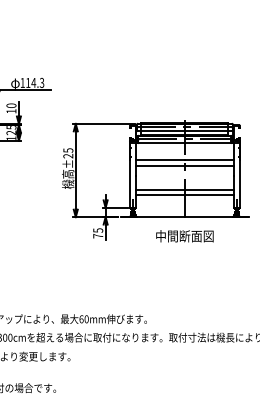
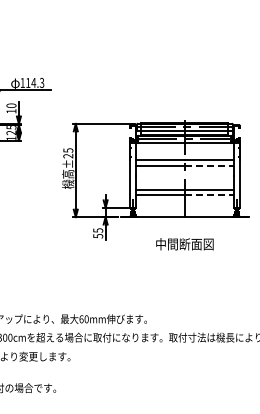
line at (209, 165): solid -> dashed
line at (209, 195): solid -> dashed
text at (98, 235): 75 -> 55
text at (184, 236) position: (184, 236) -> (184, 244)
